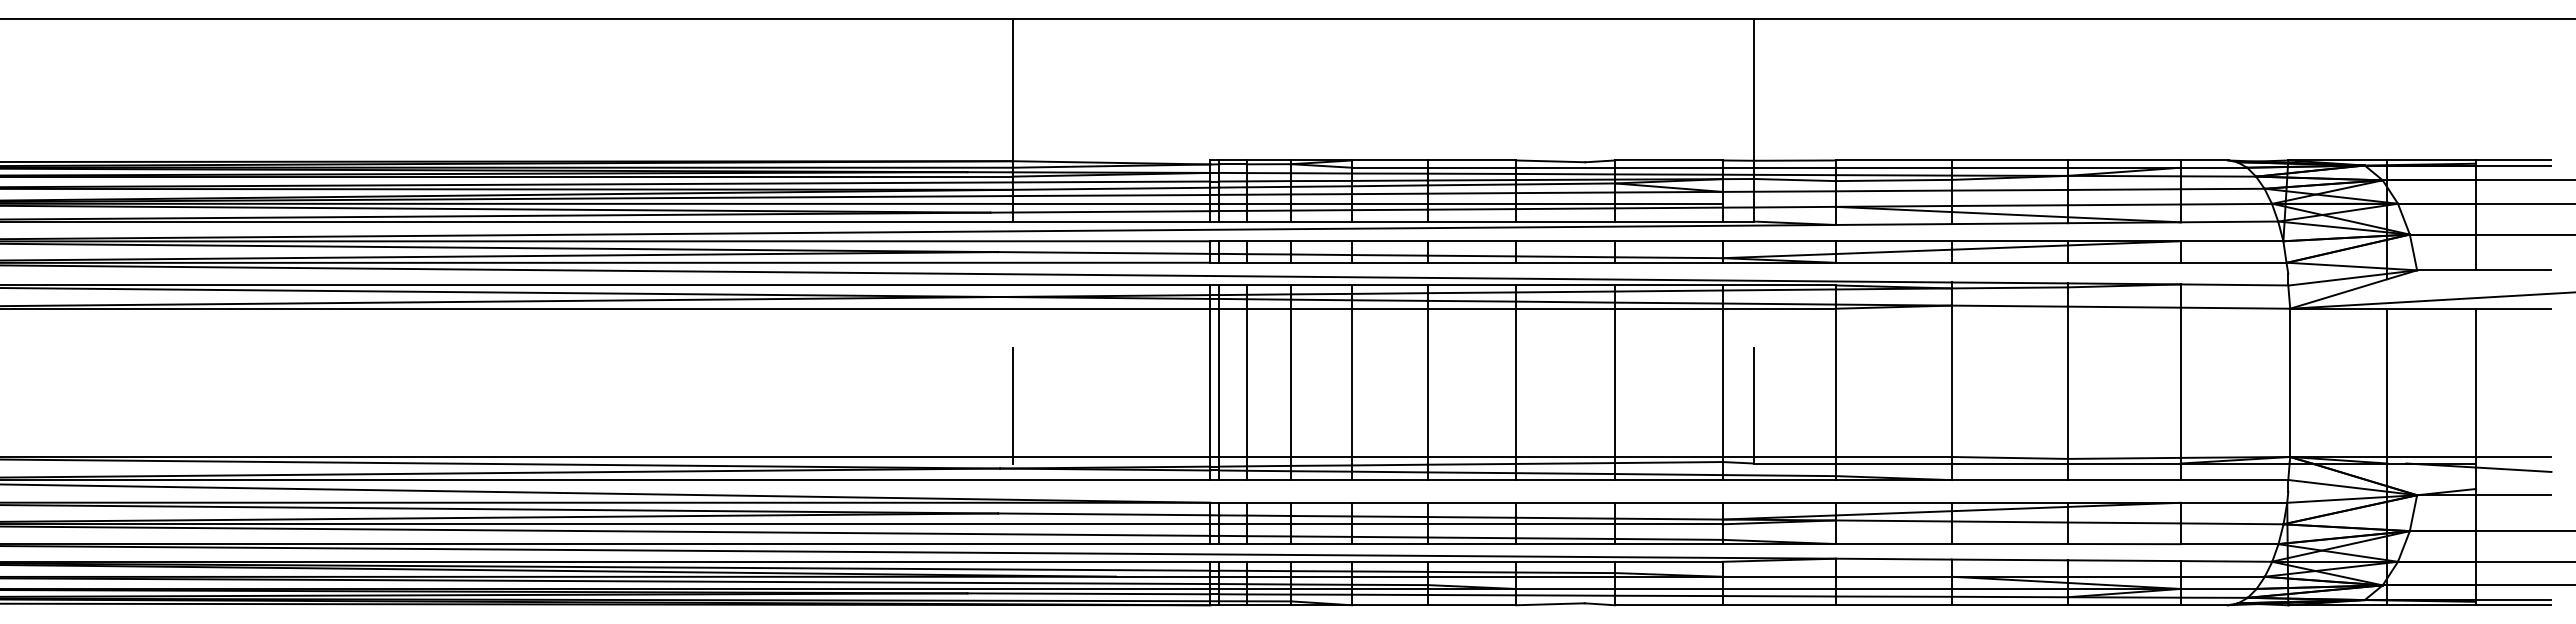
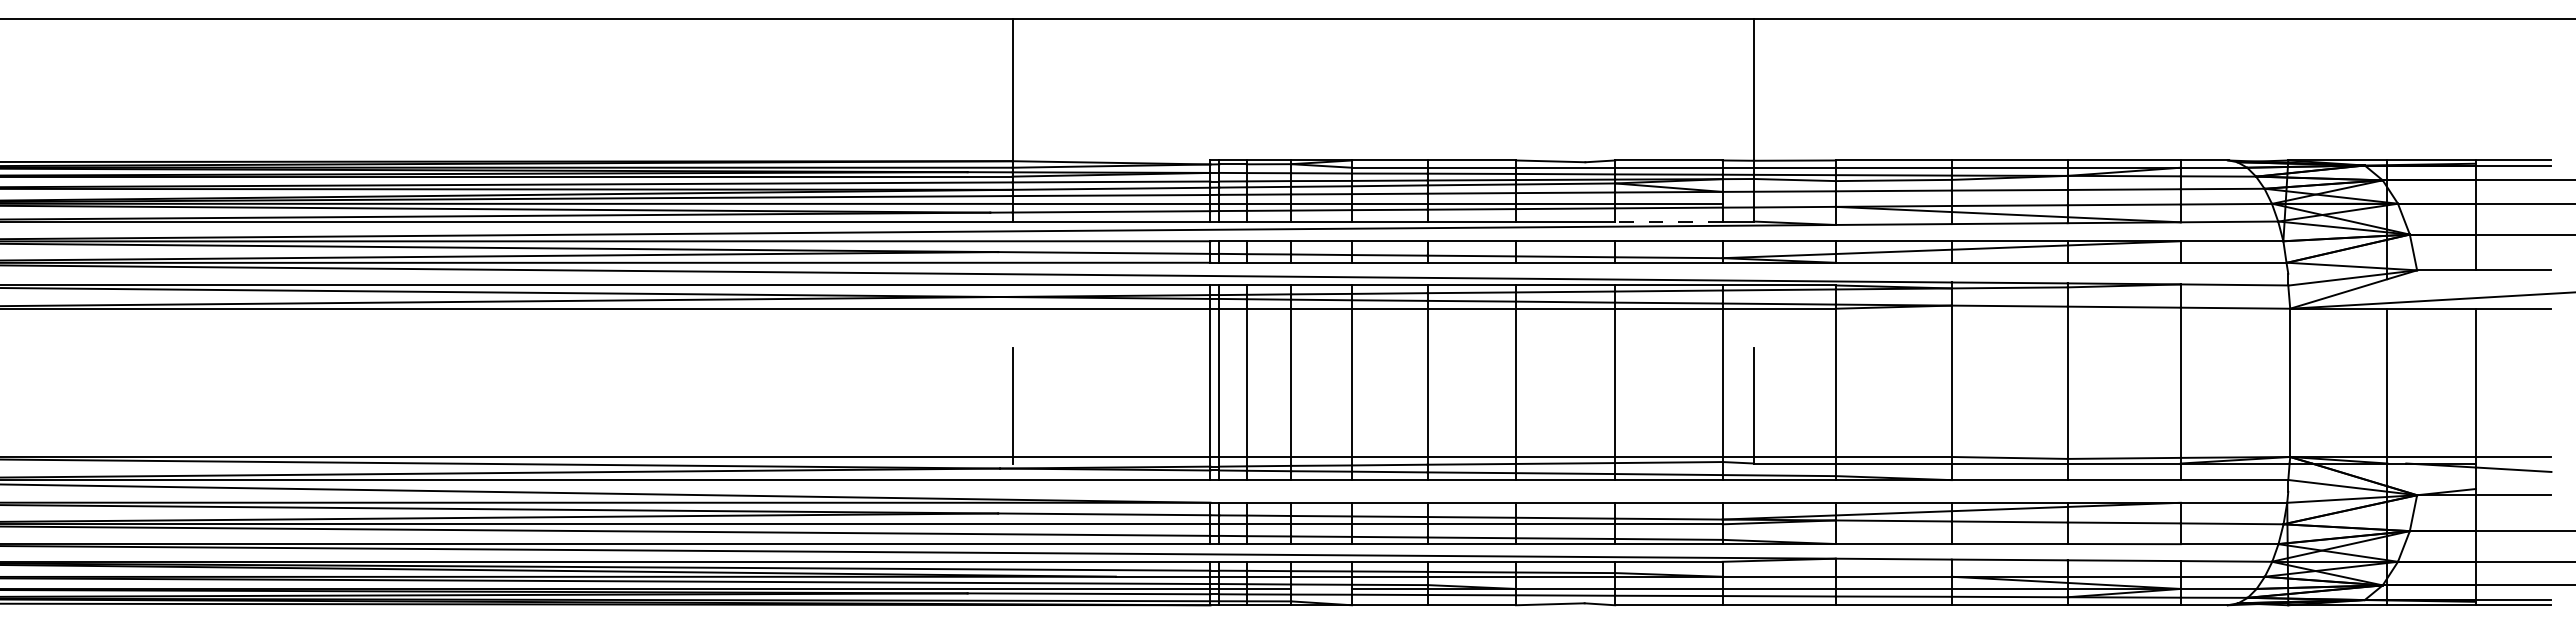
line at (1668, 221): solid -> dashed
line at (1321, 588): present -> none
